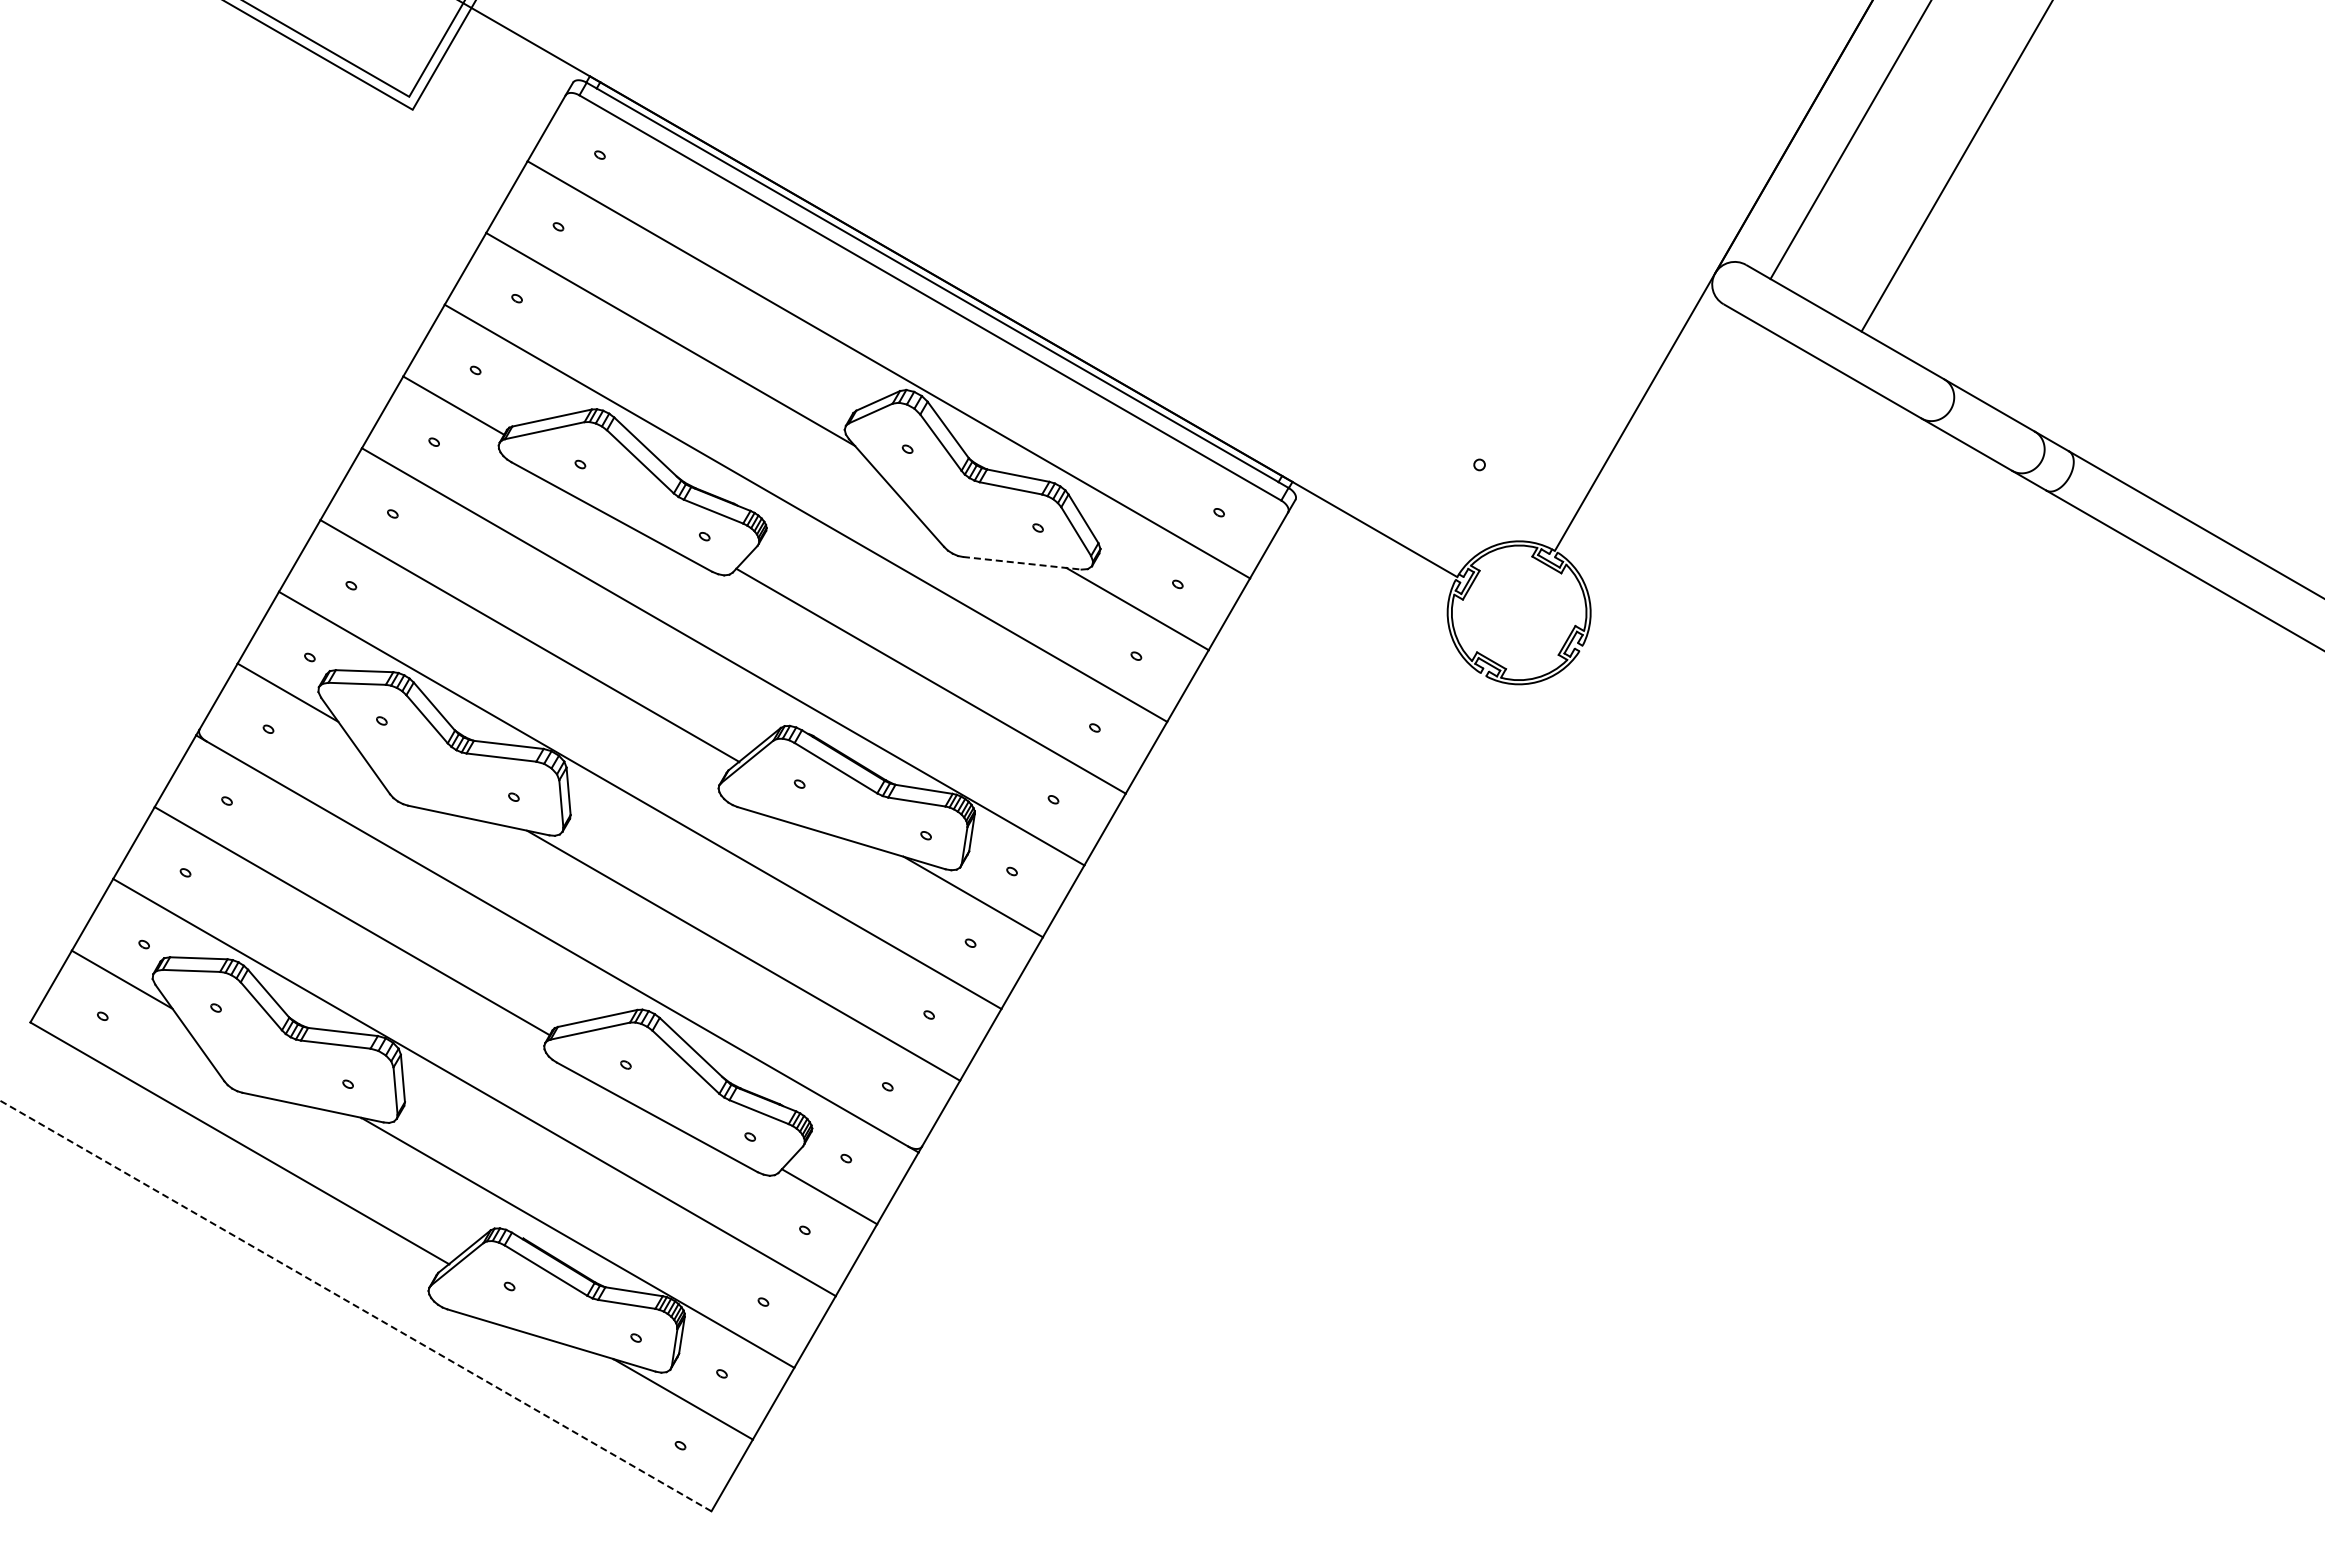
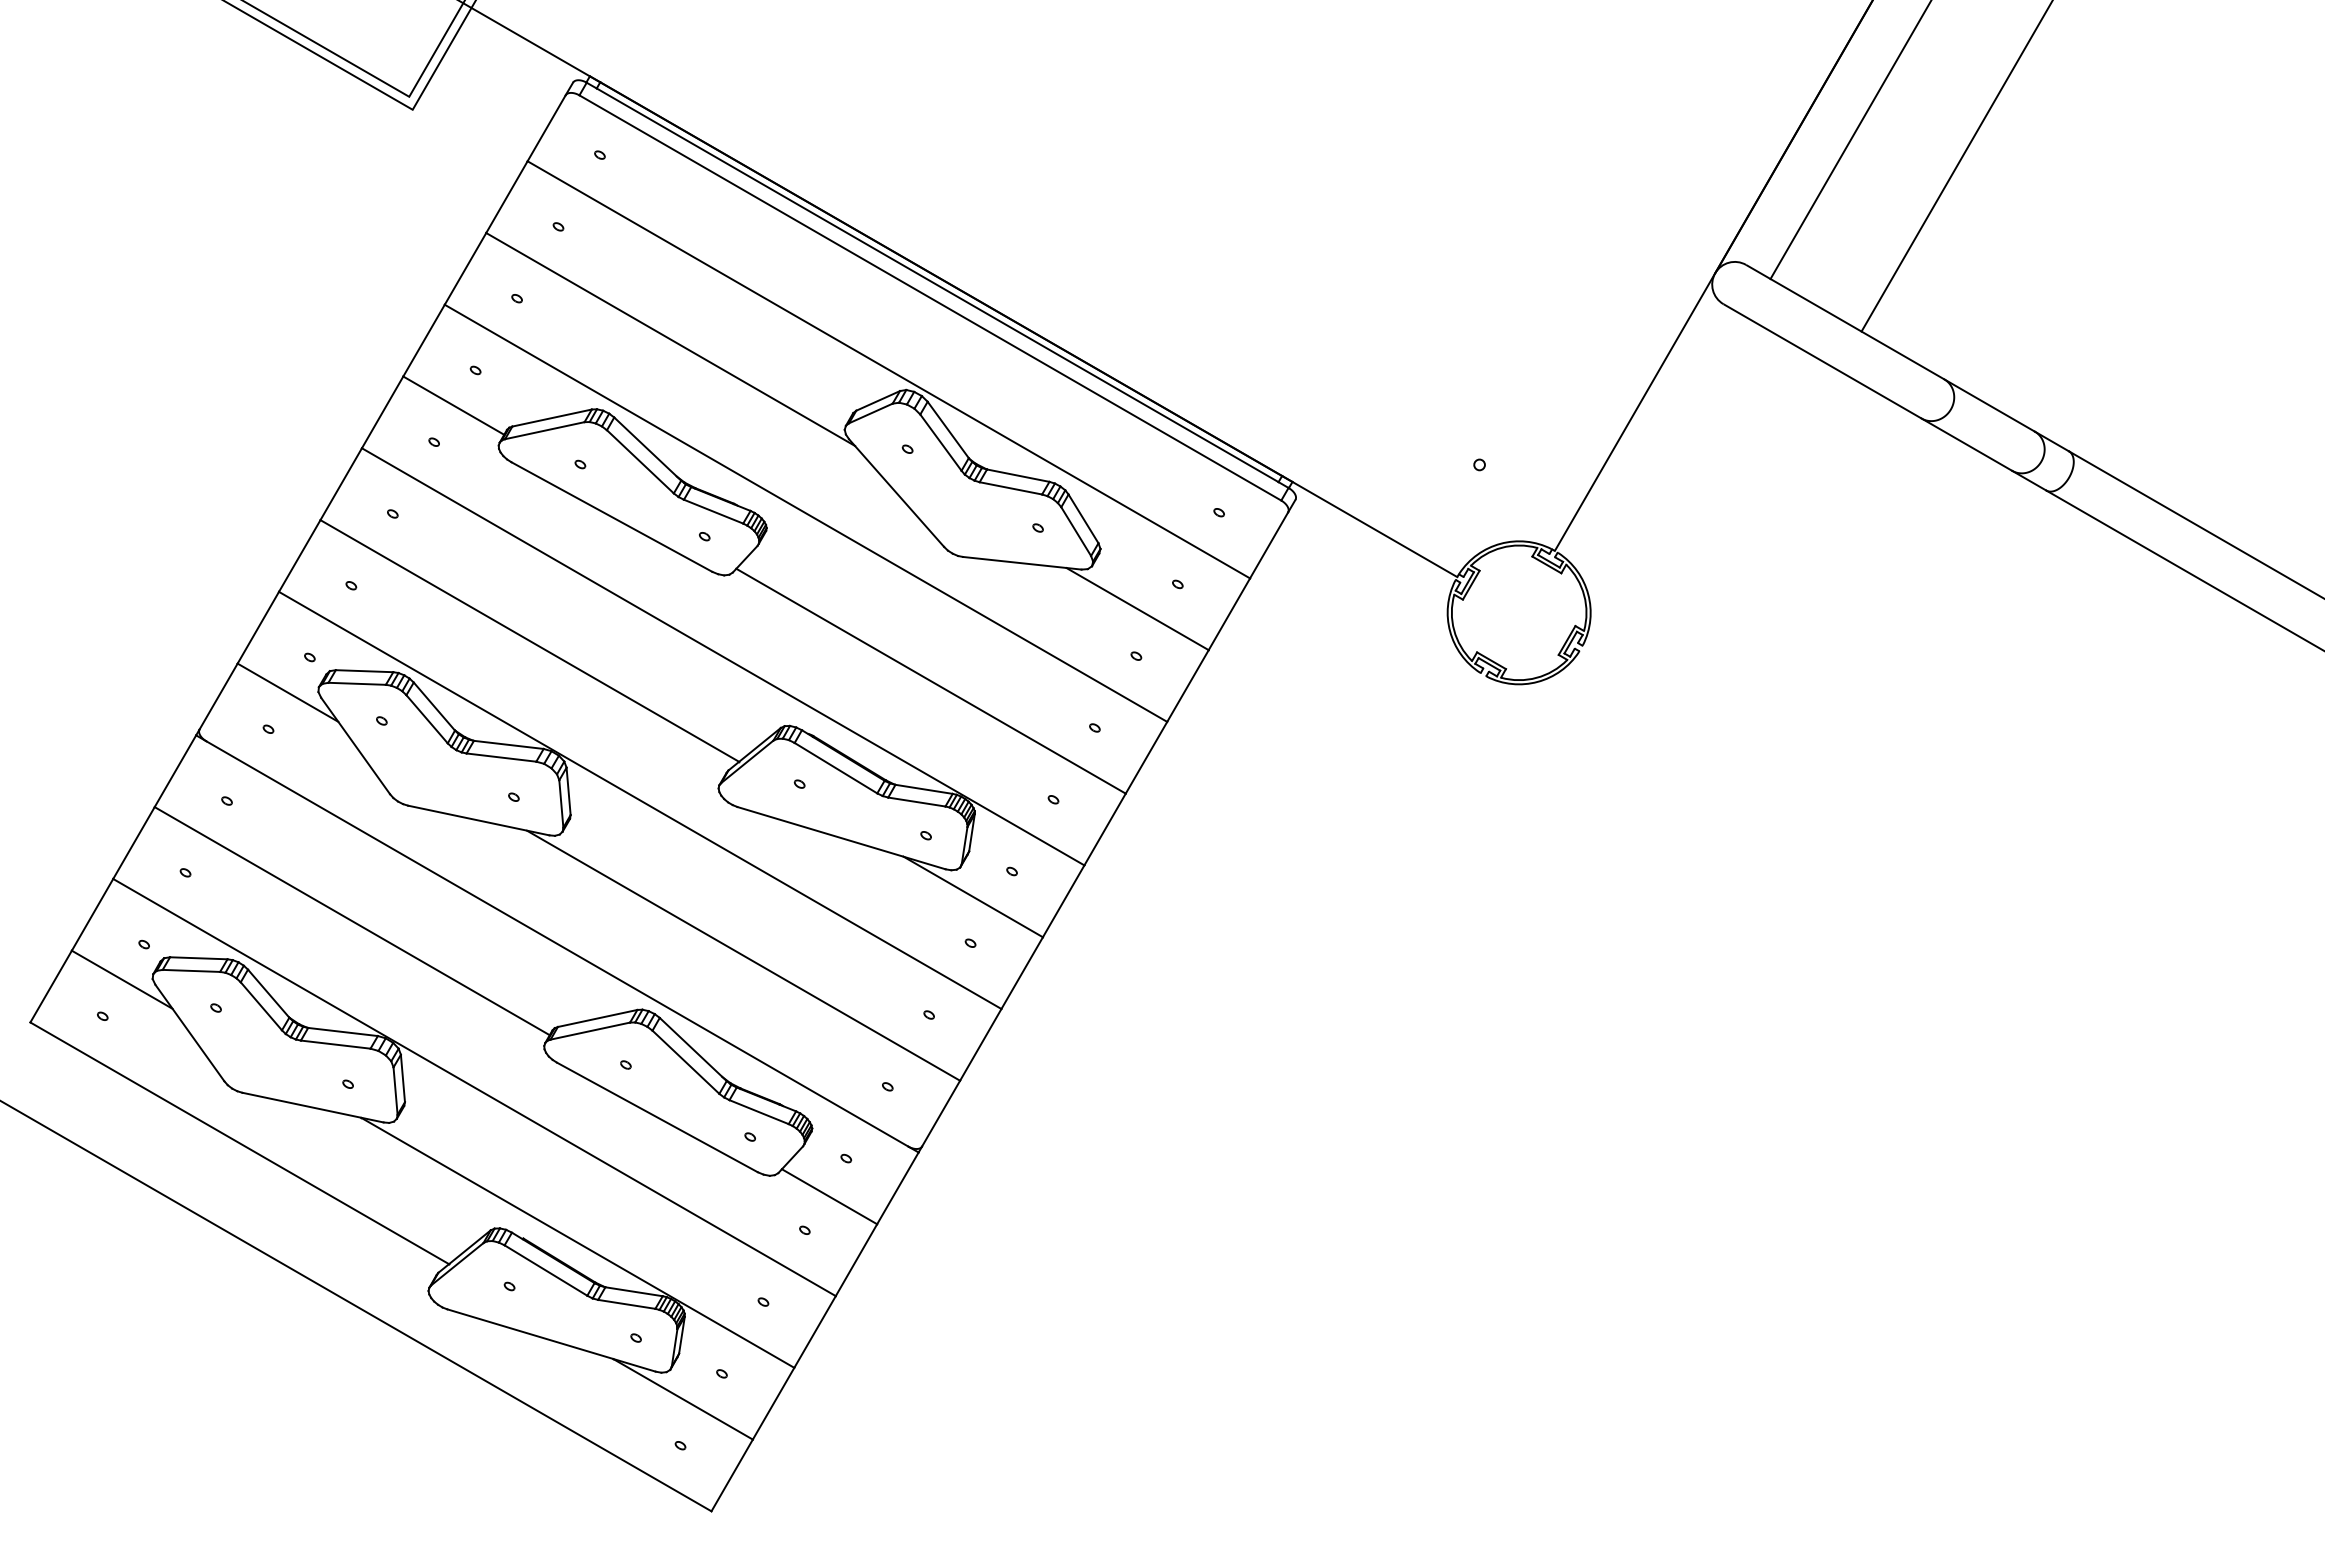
line at (1022, 563): dashed -> solid
line at (355, 1306): dashed -> solid
